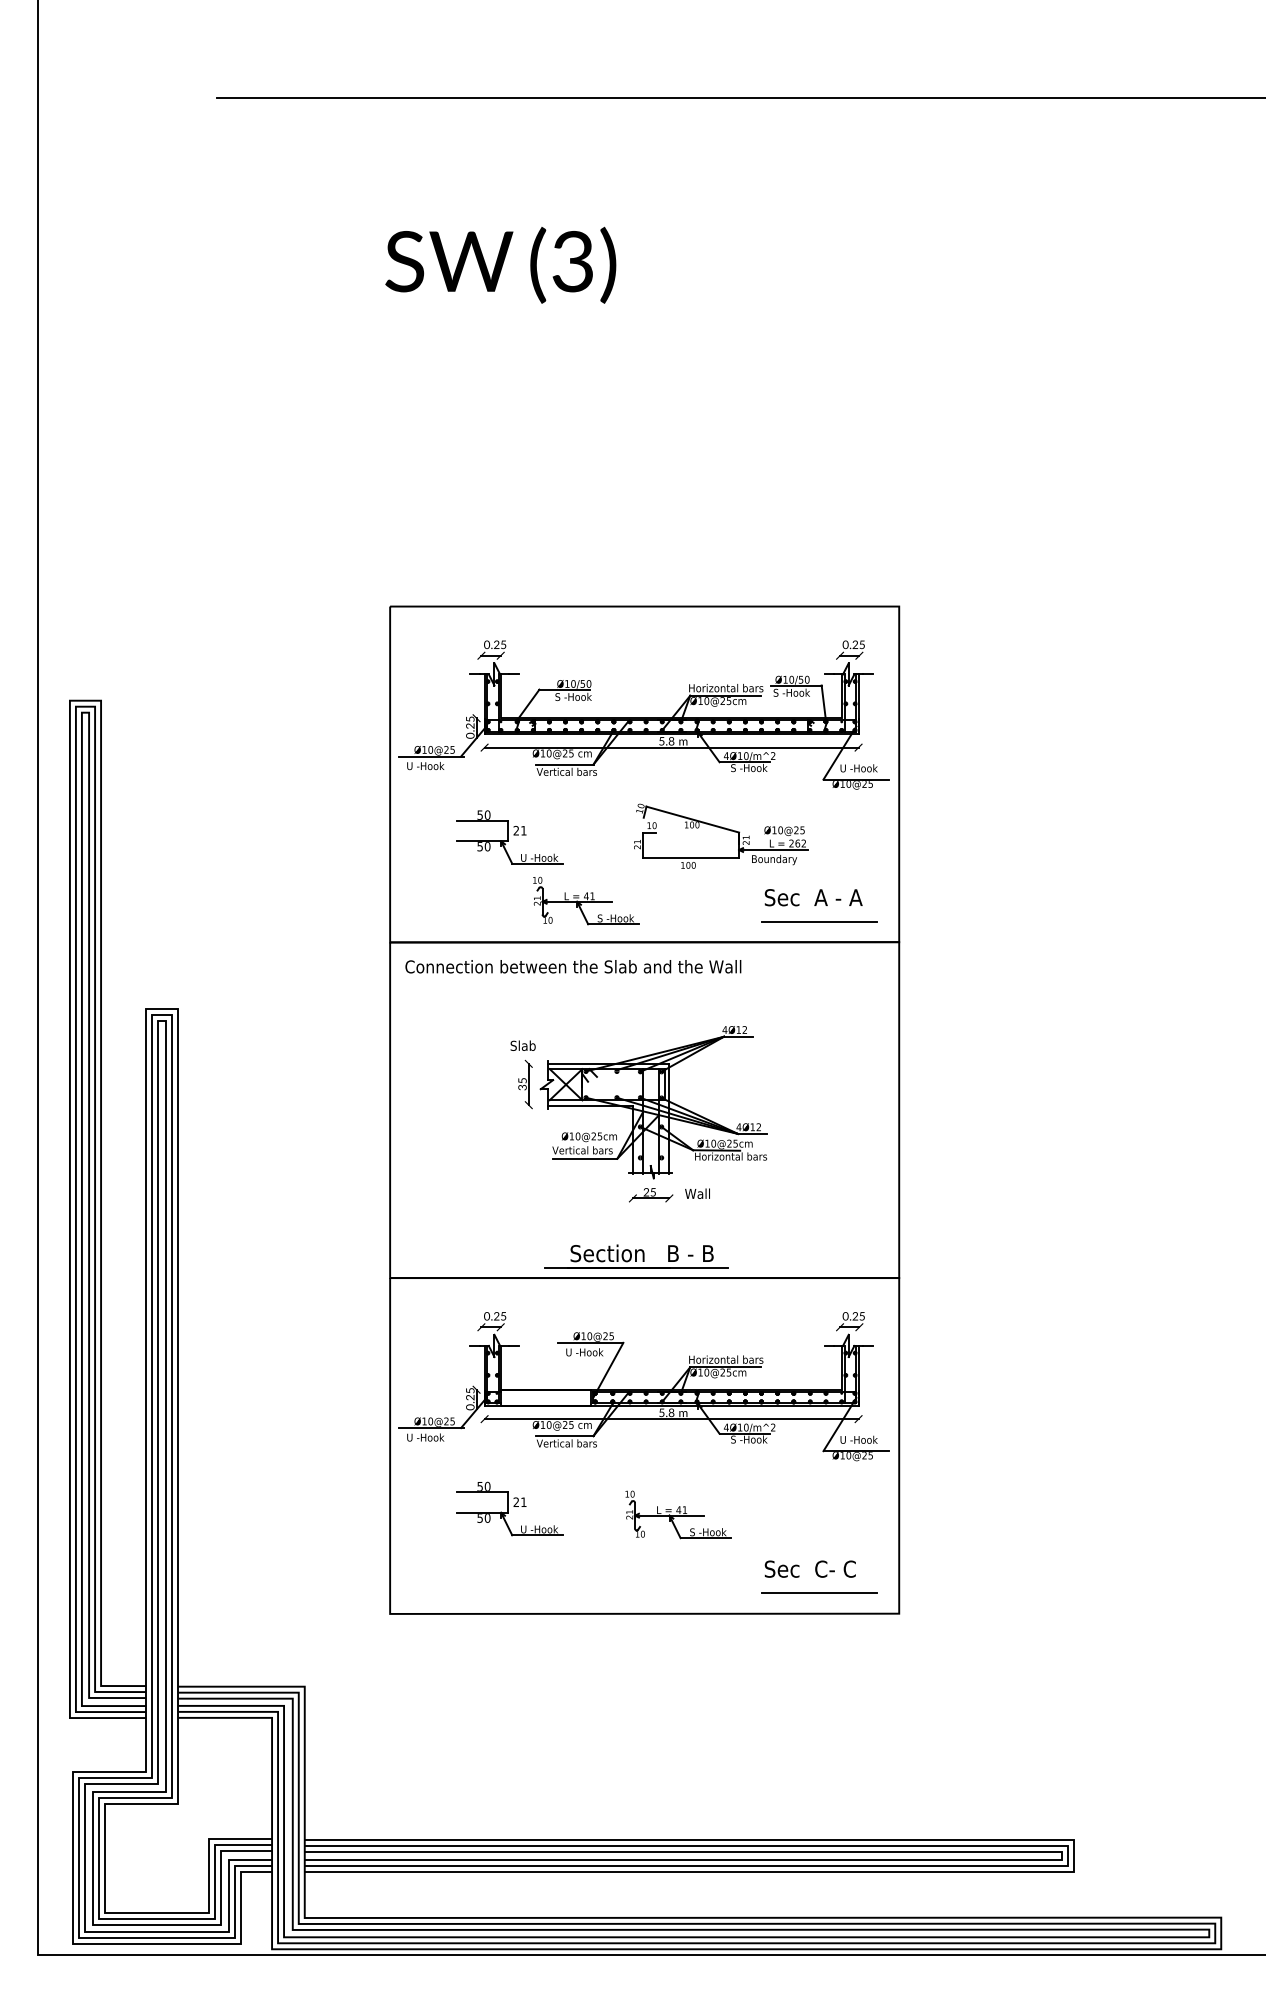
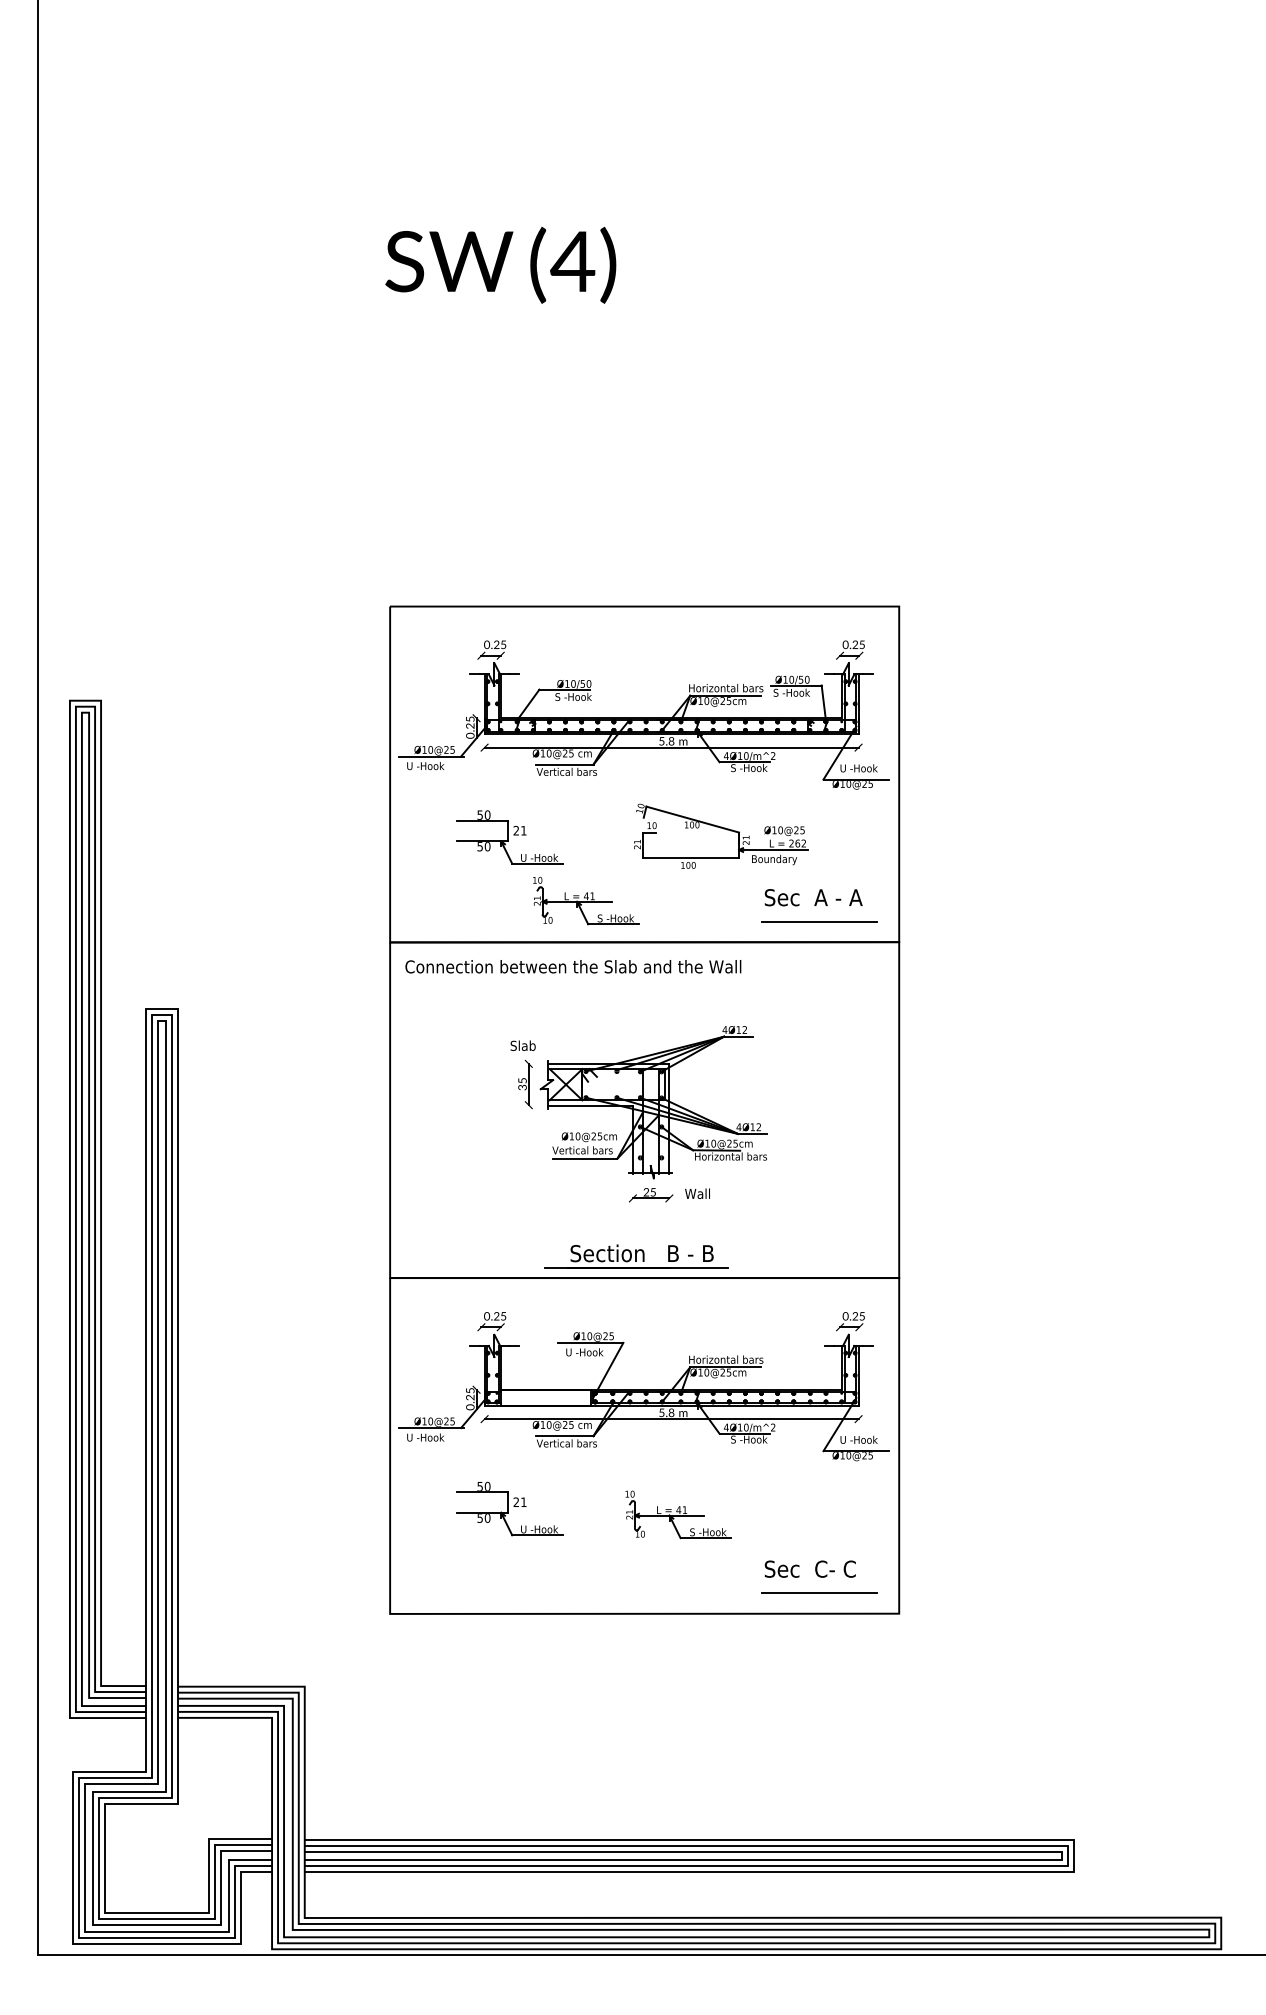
line at (739, 97): present -> none
text at (572, 261): (3) -> (4)
